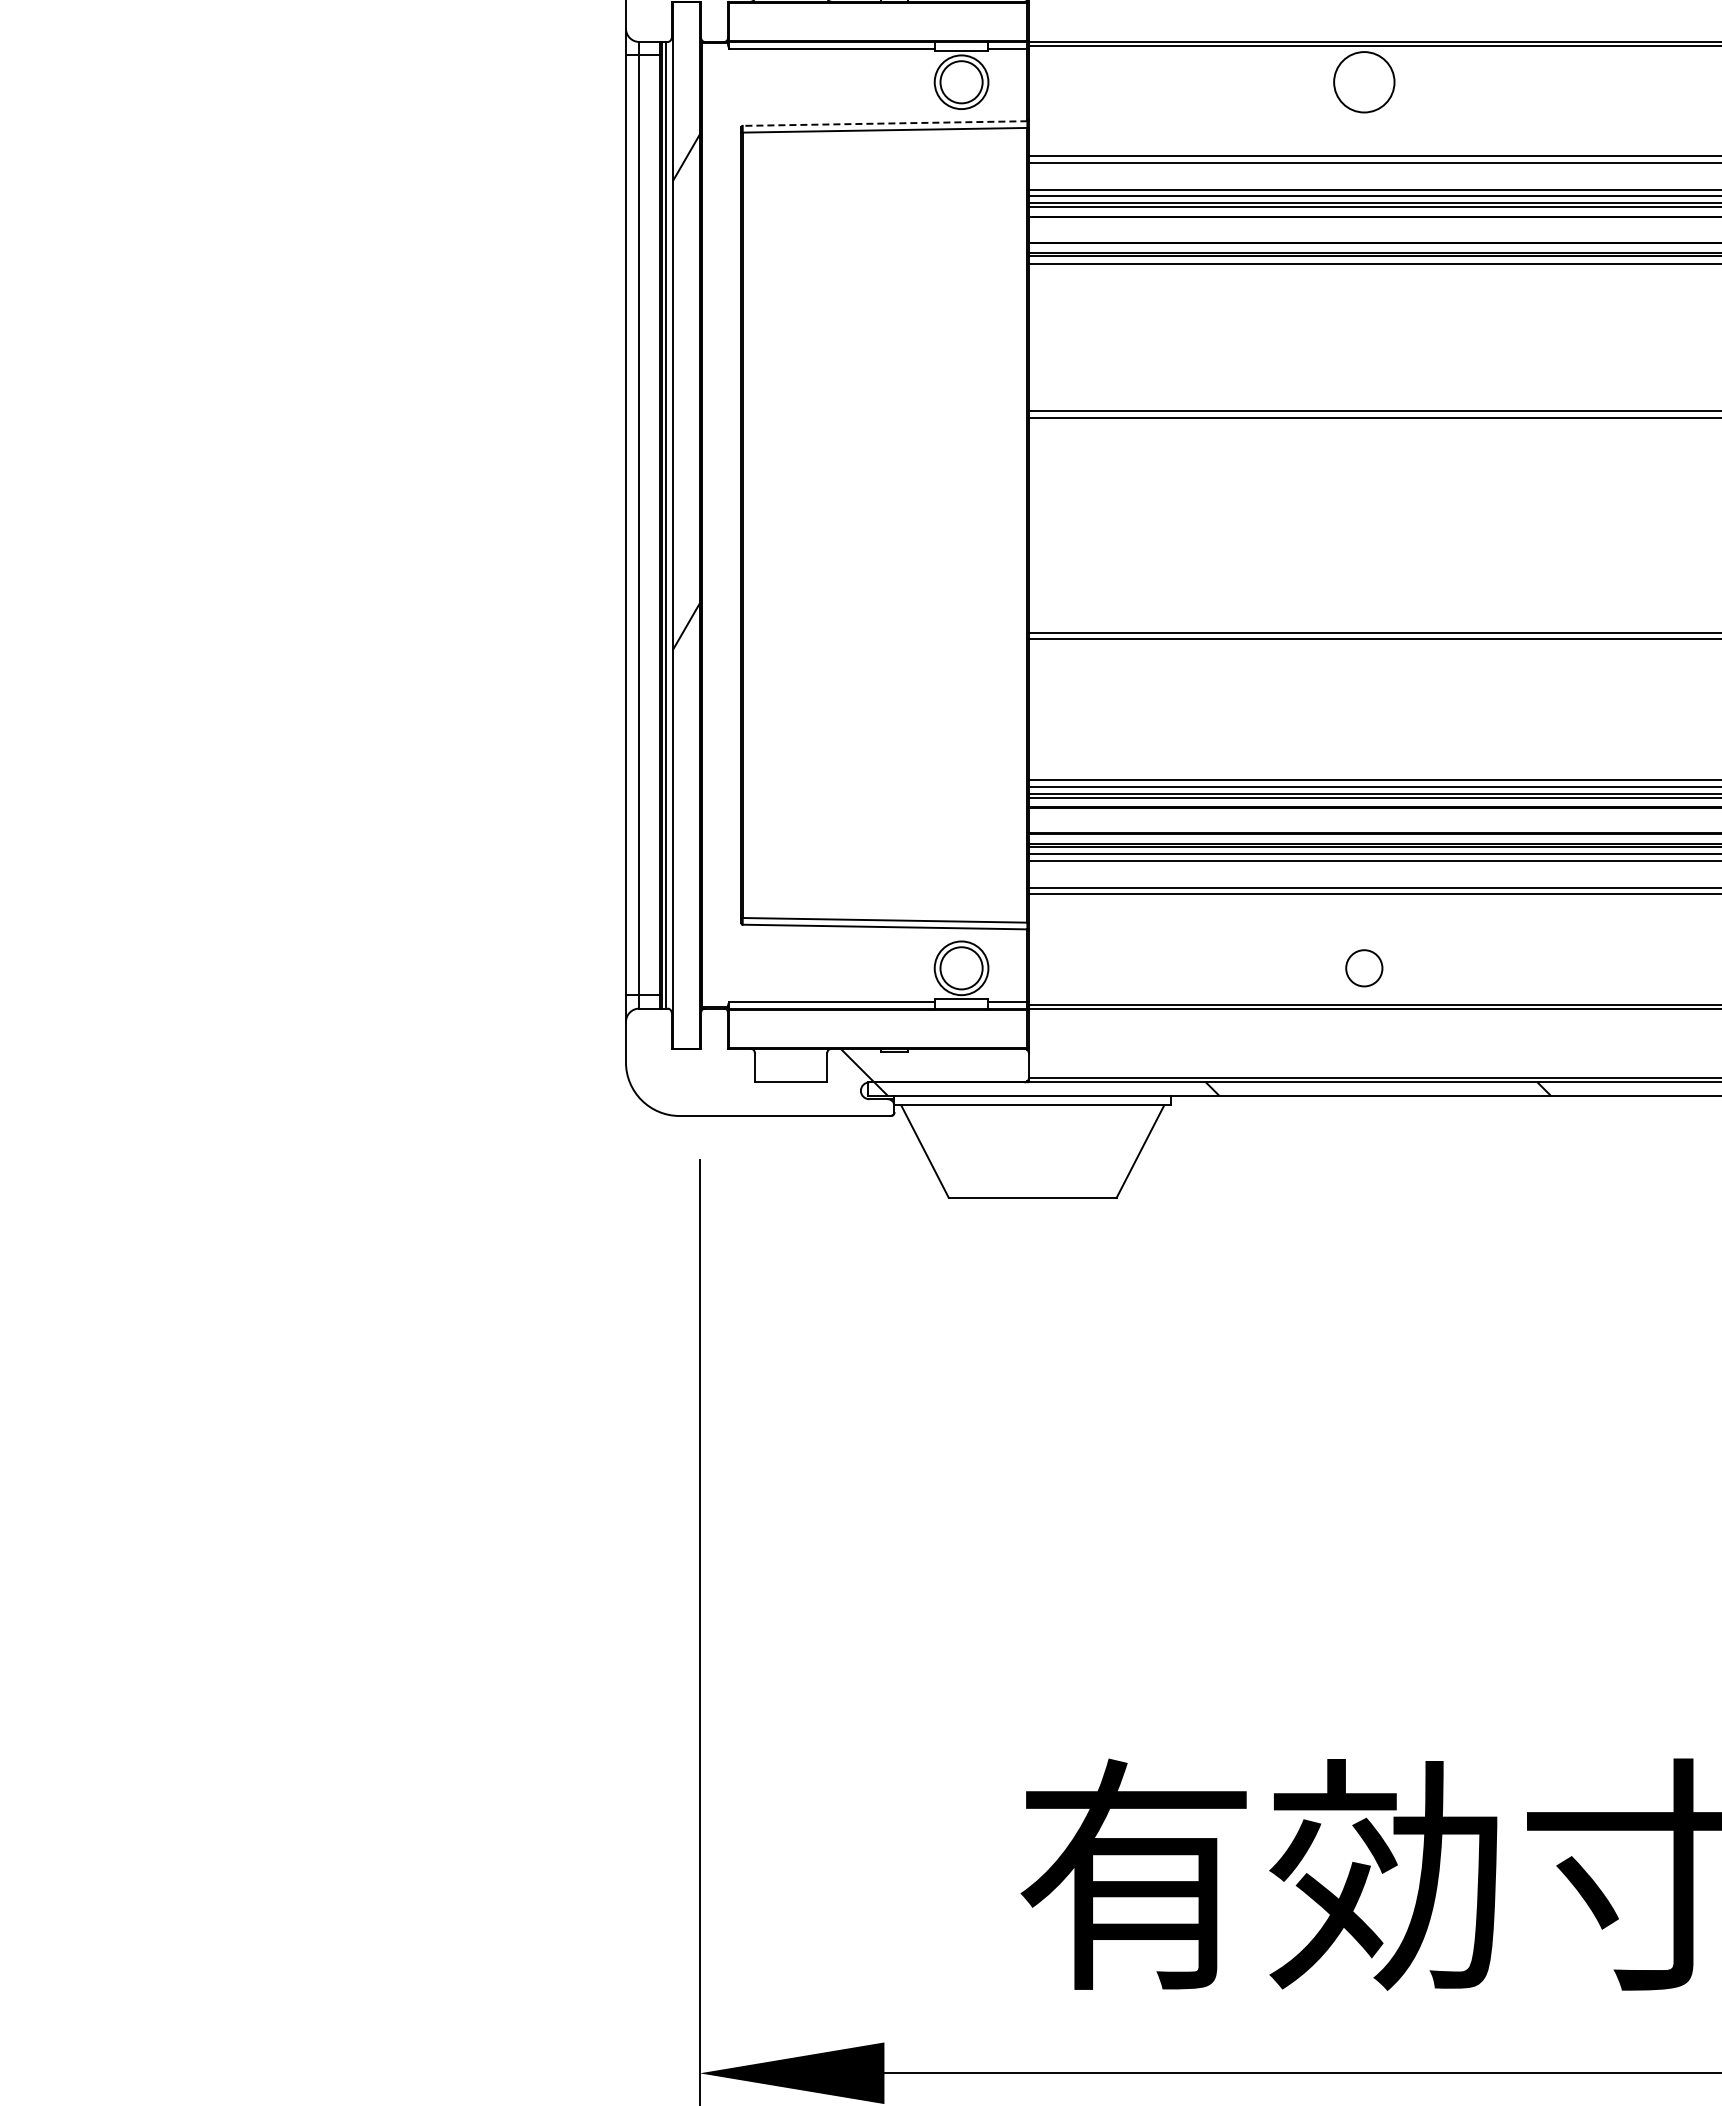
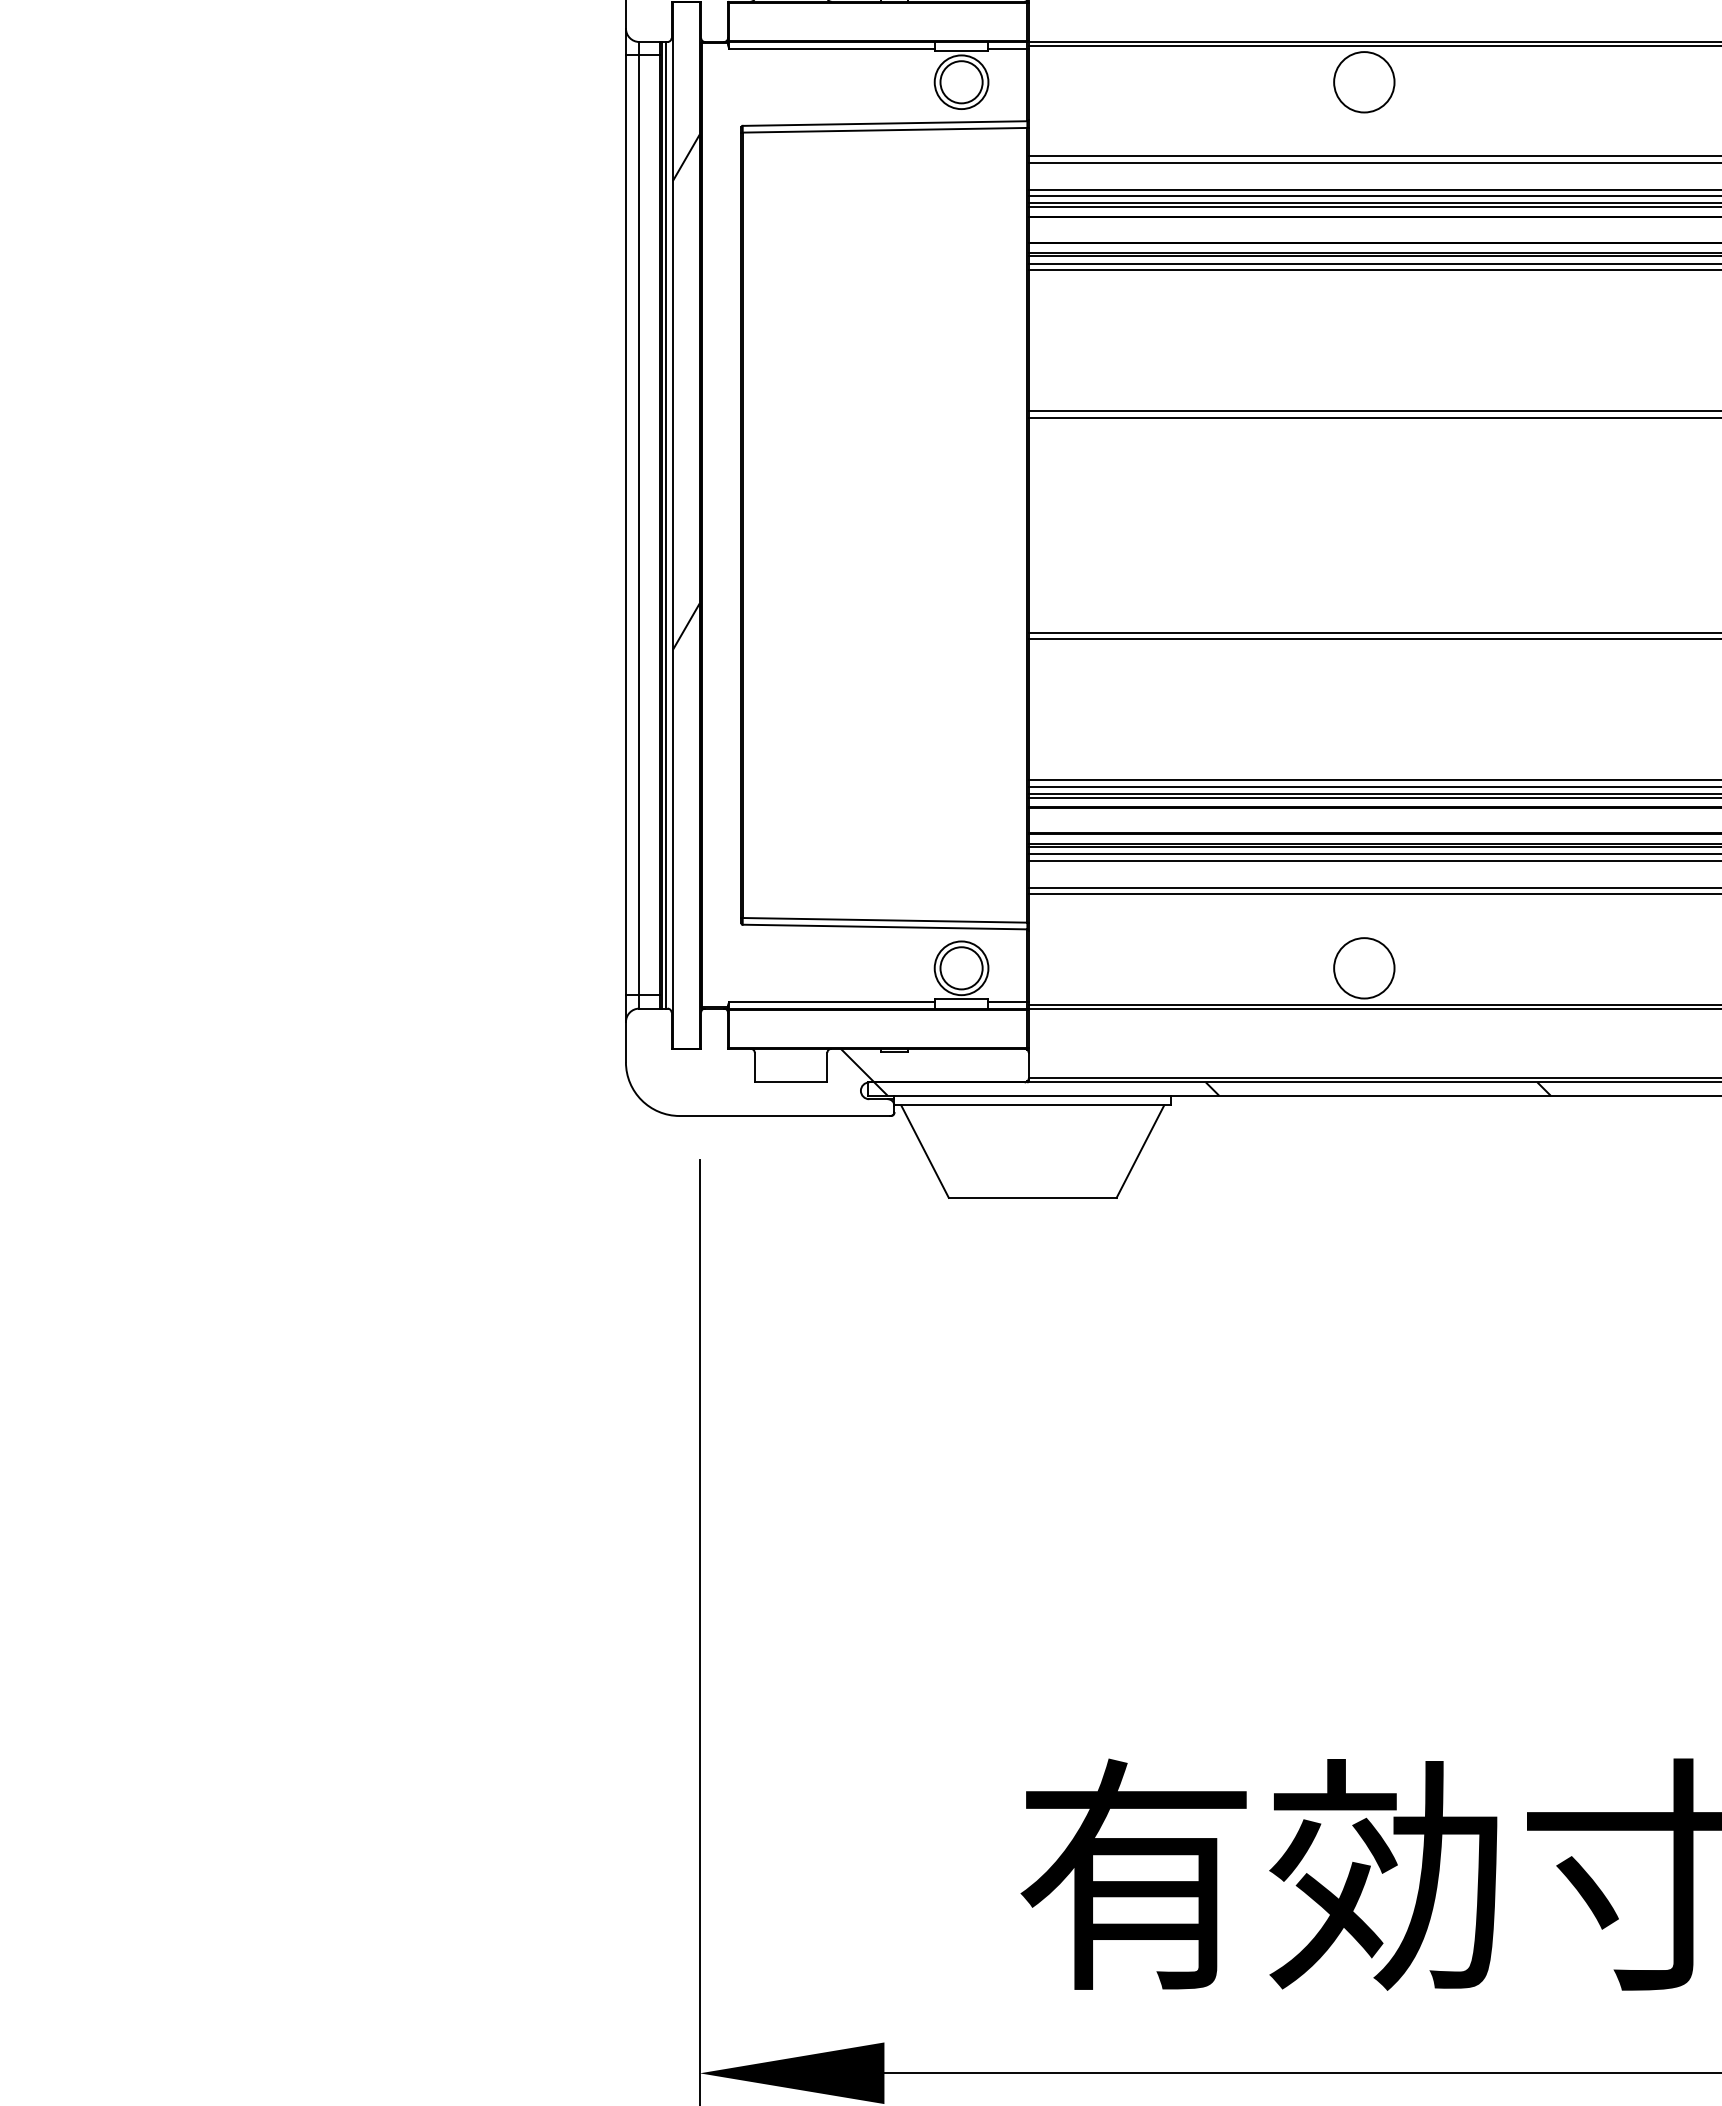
line at (884, 123): dashed -> solid
line at (1373, 270): none -> present
circle at (1364, 968) diameter: 36 px -> 60 px
